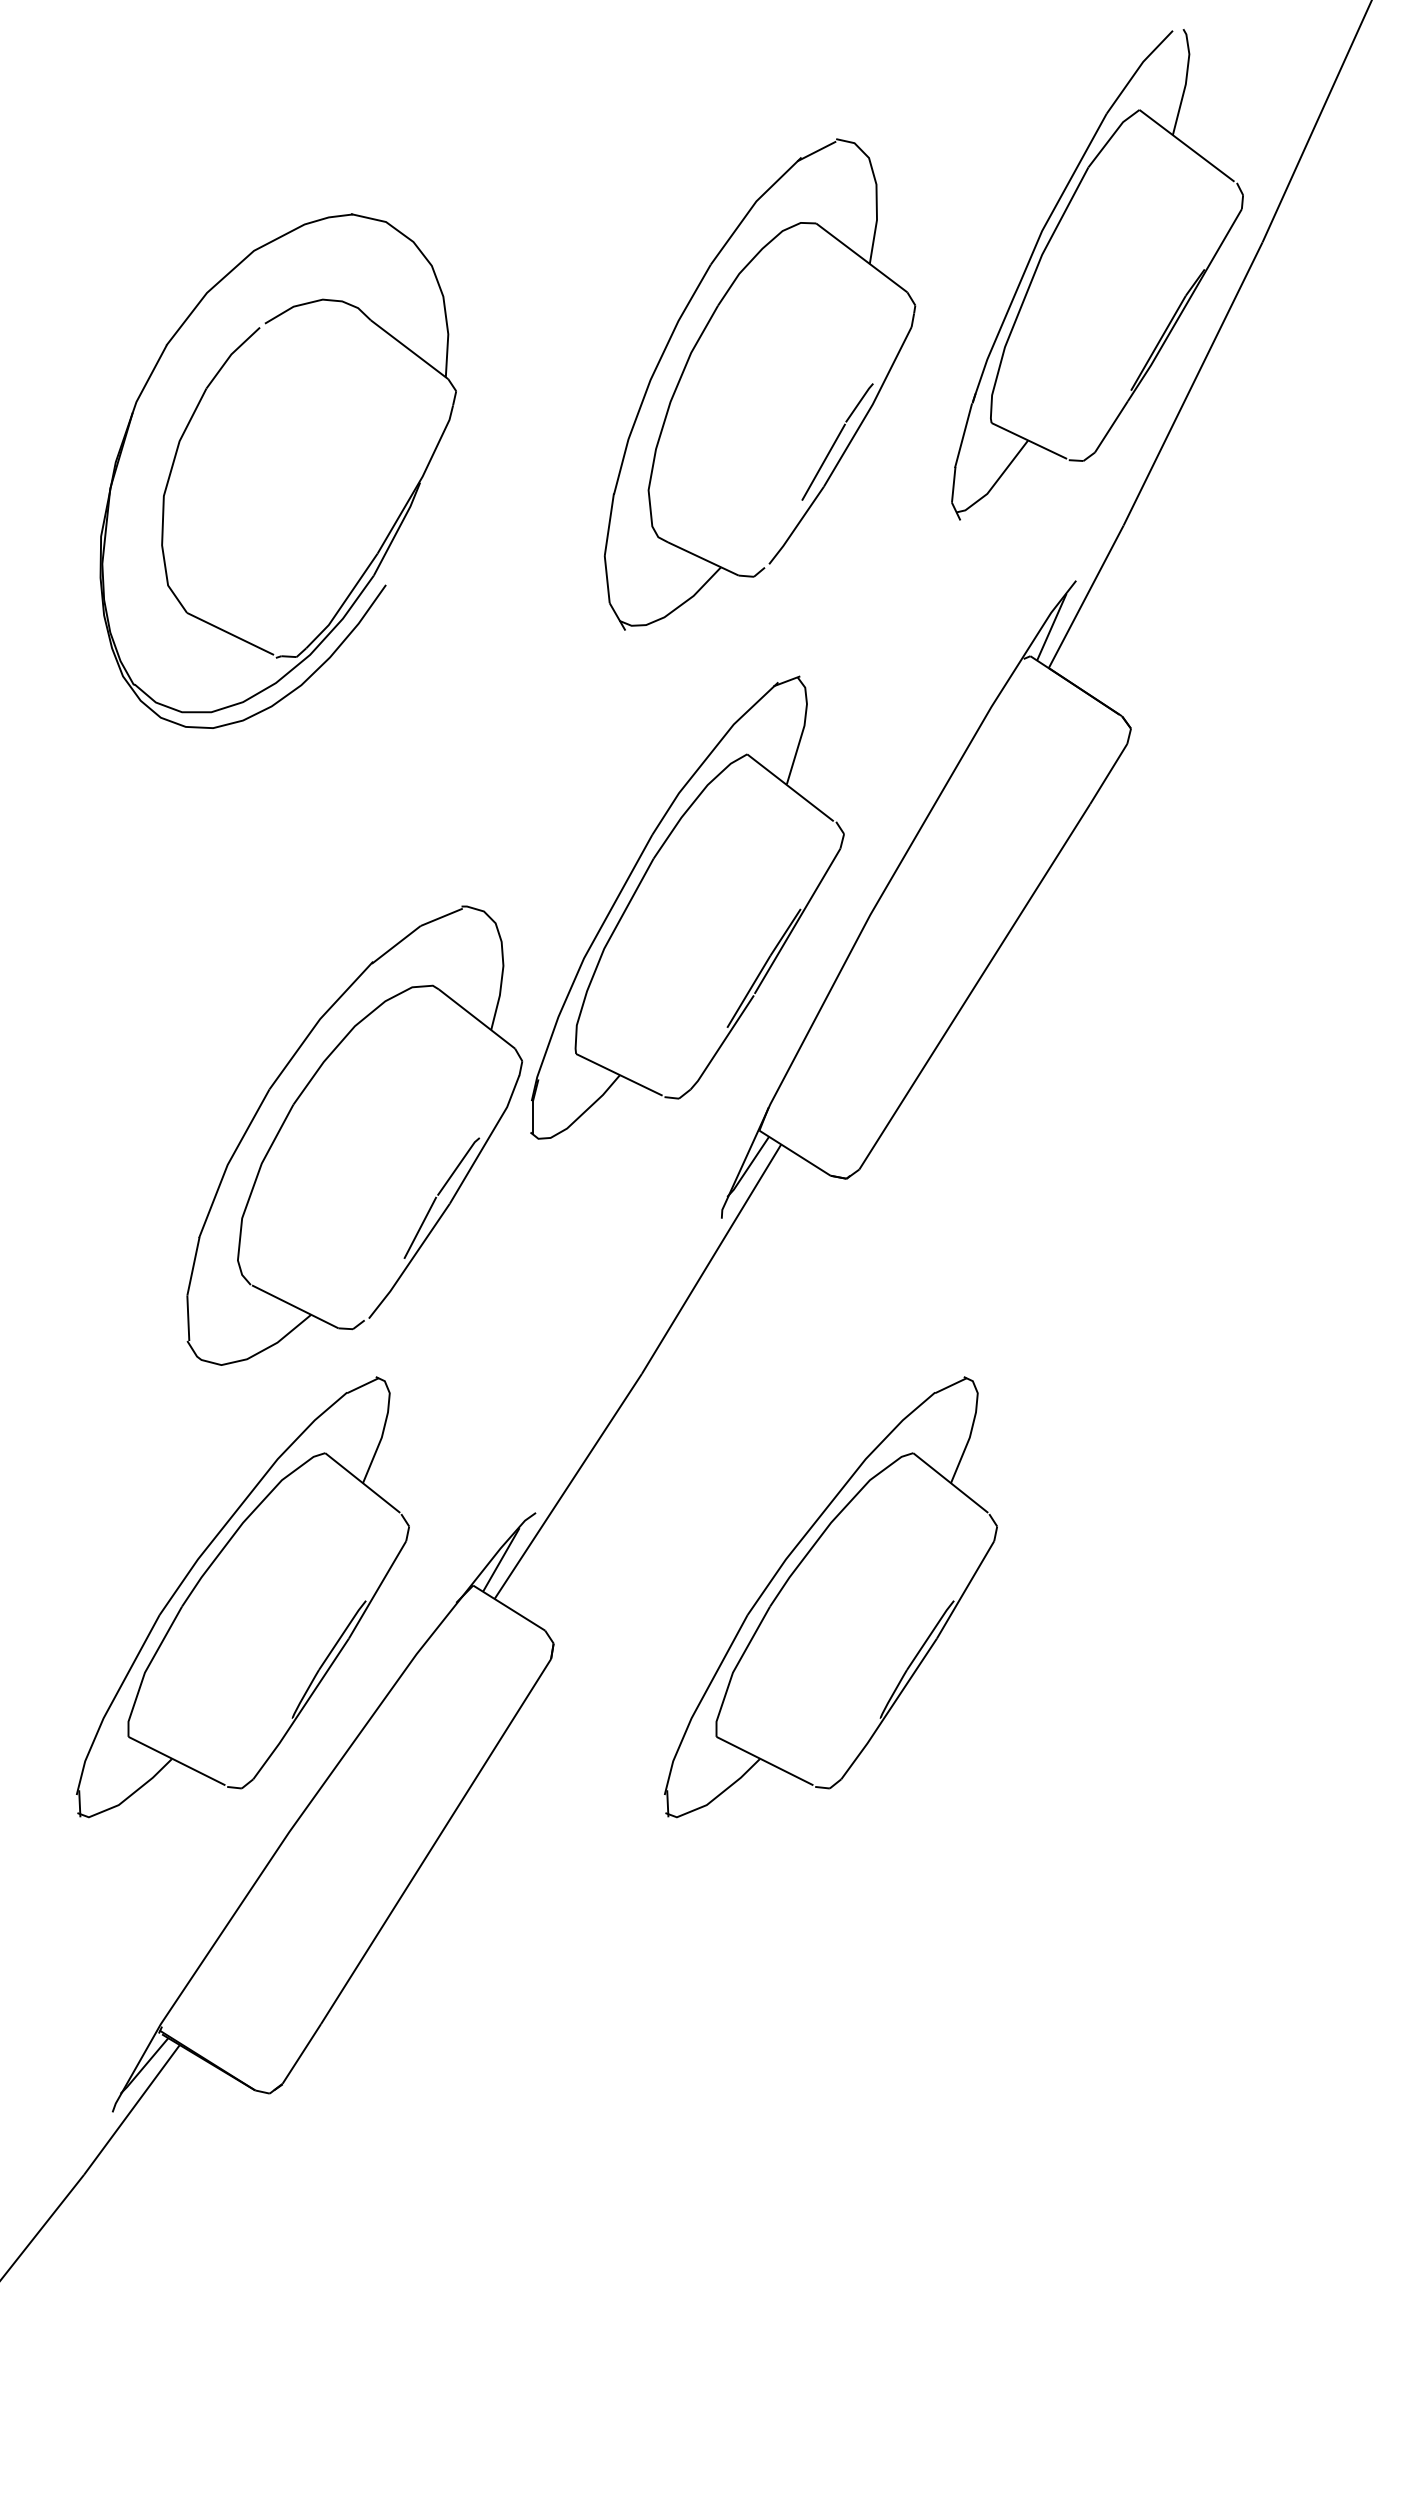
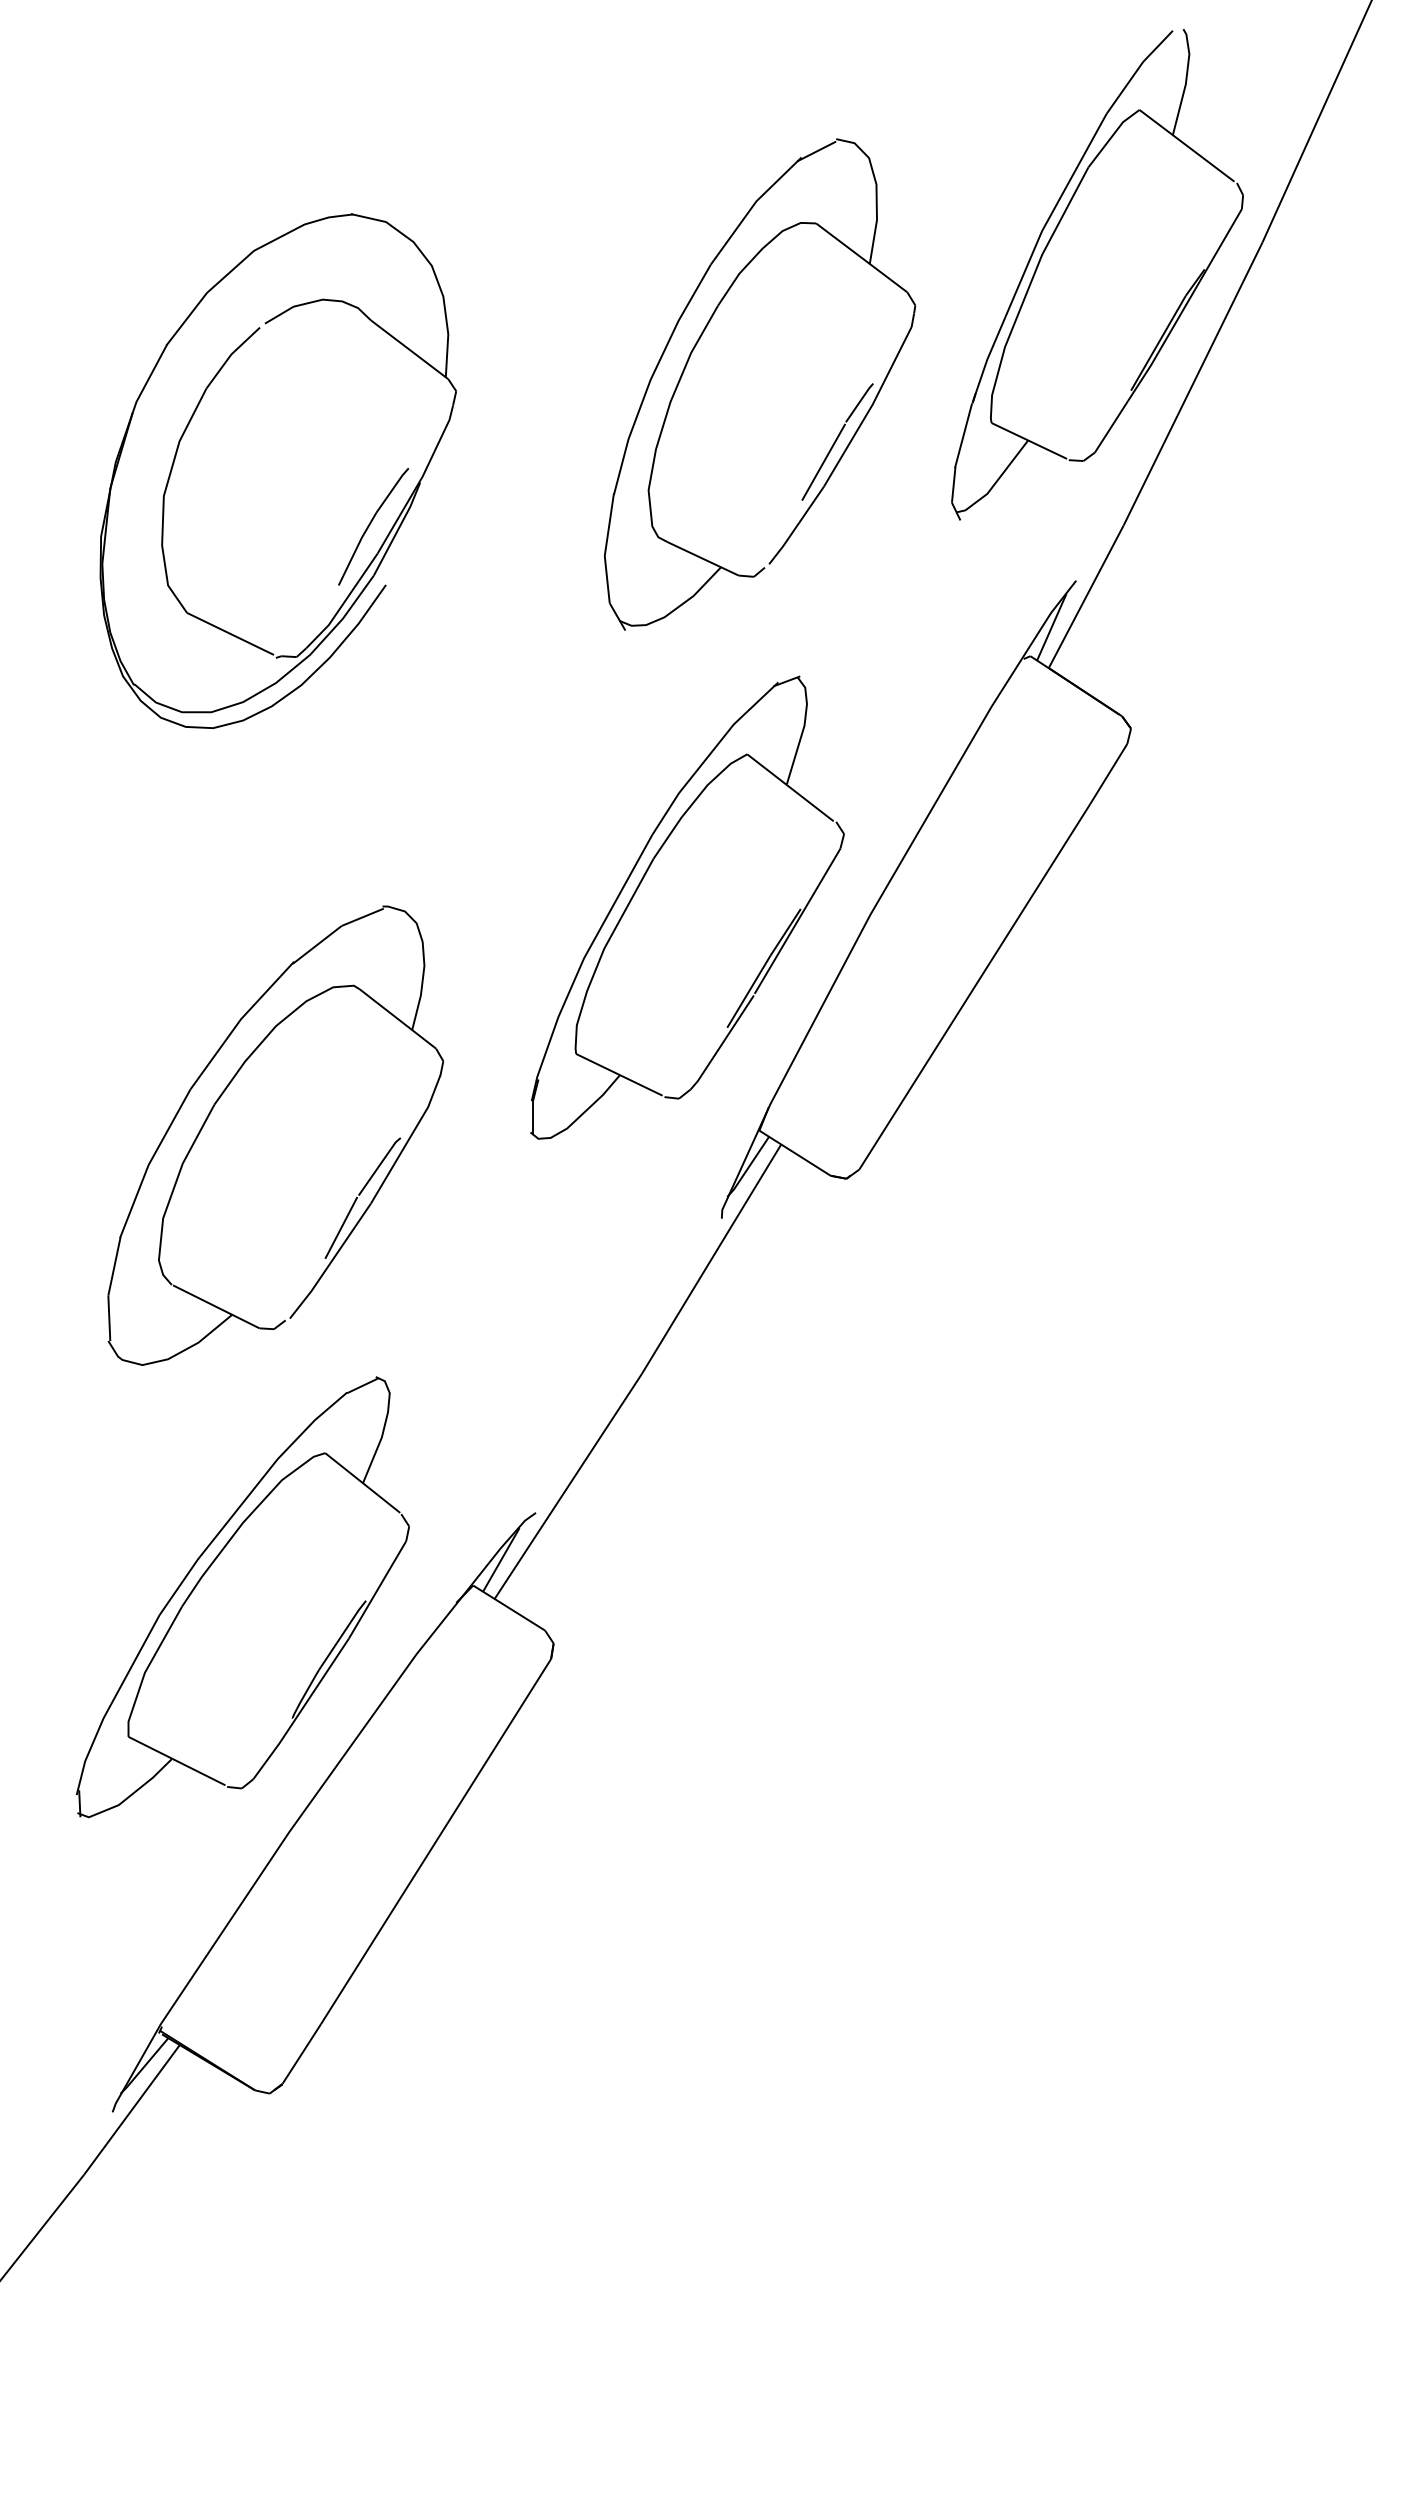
part at (373, 526): none -> present
part at (301, 1095) position: (301, 1095) -> (222, 1095)
part at (795, 1571): present -> none
